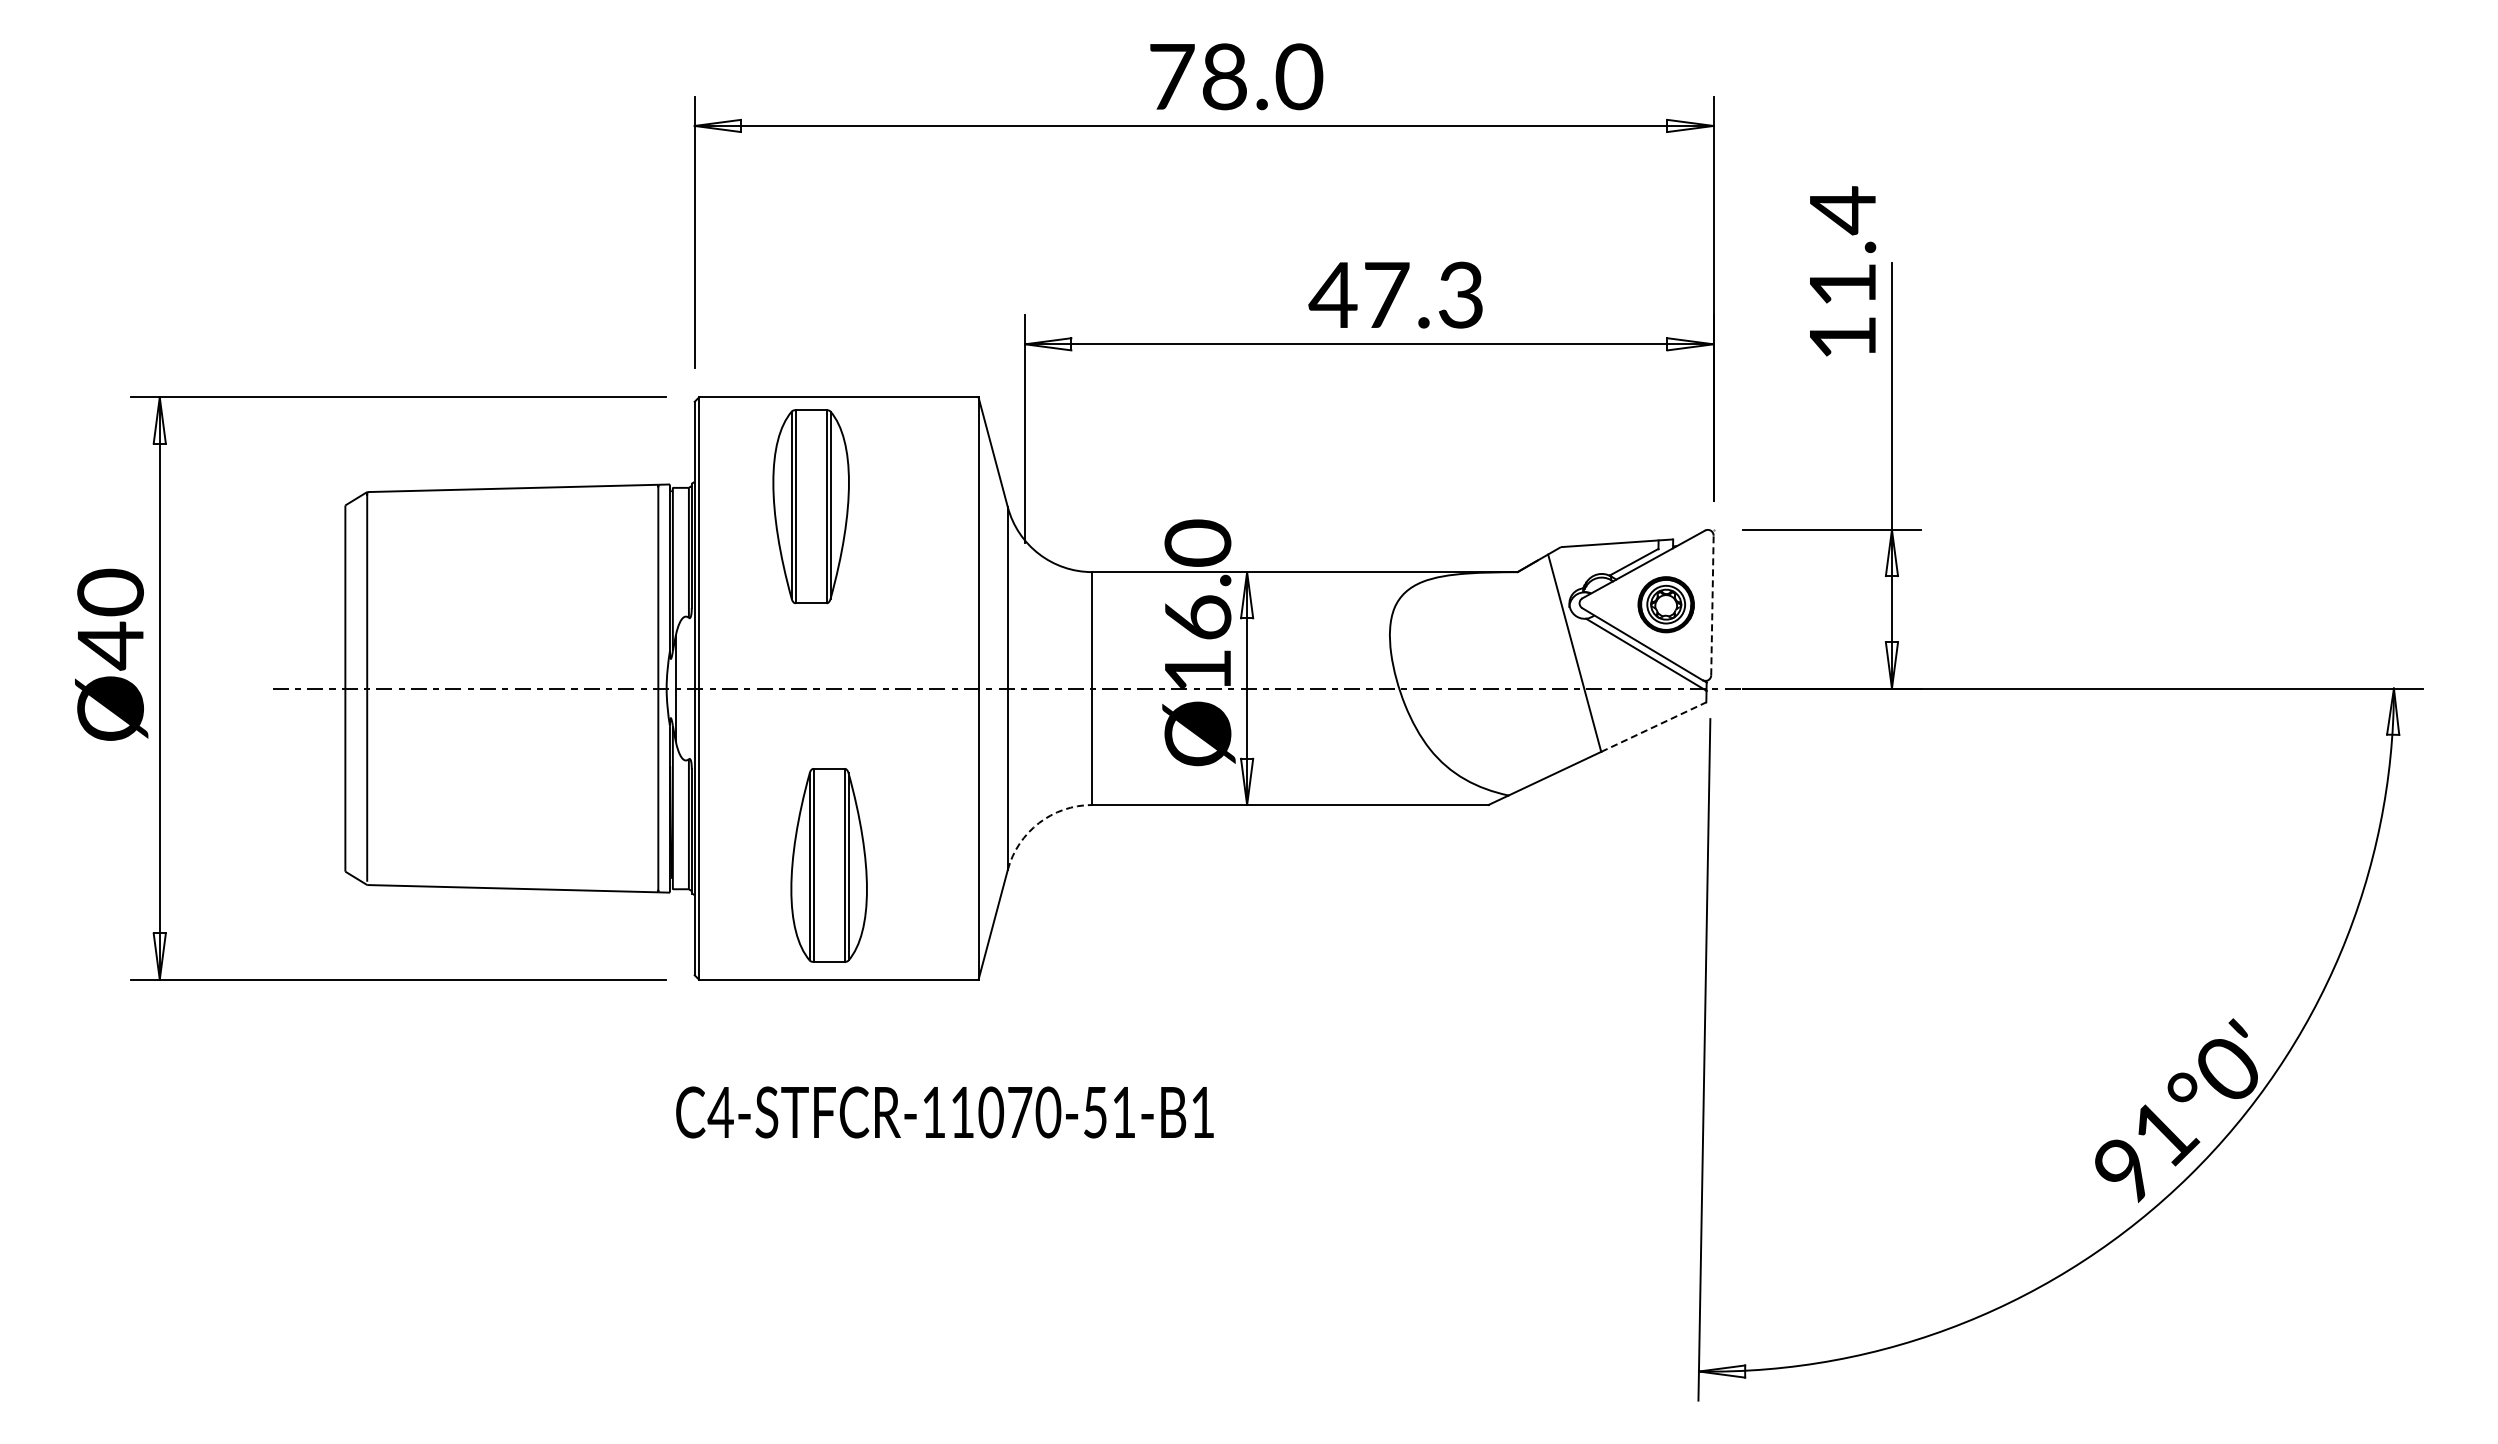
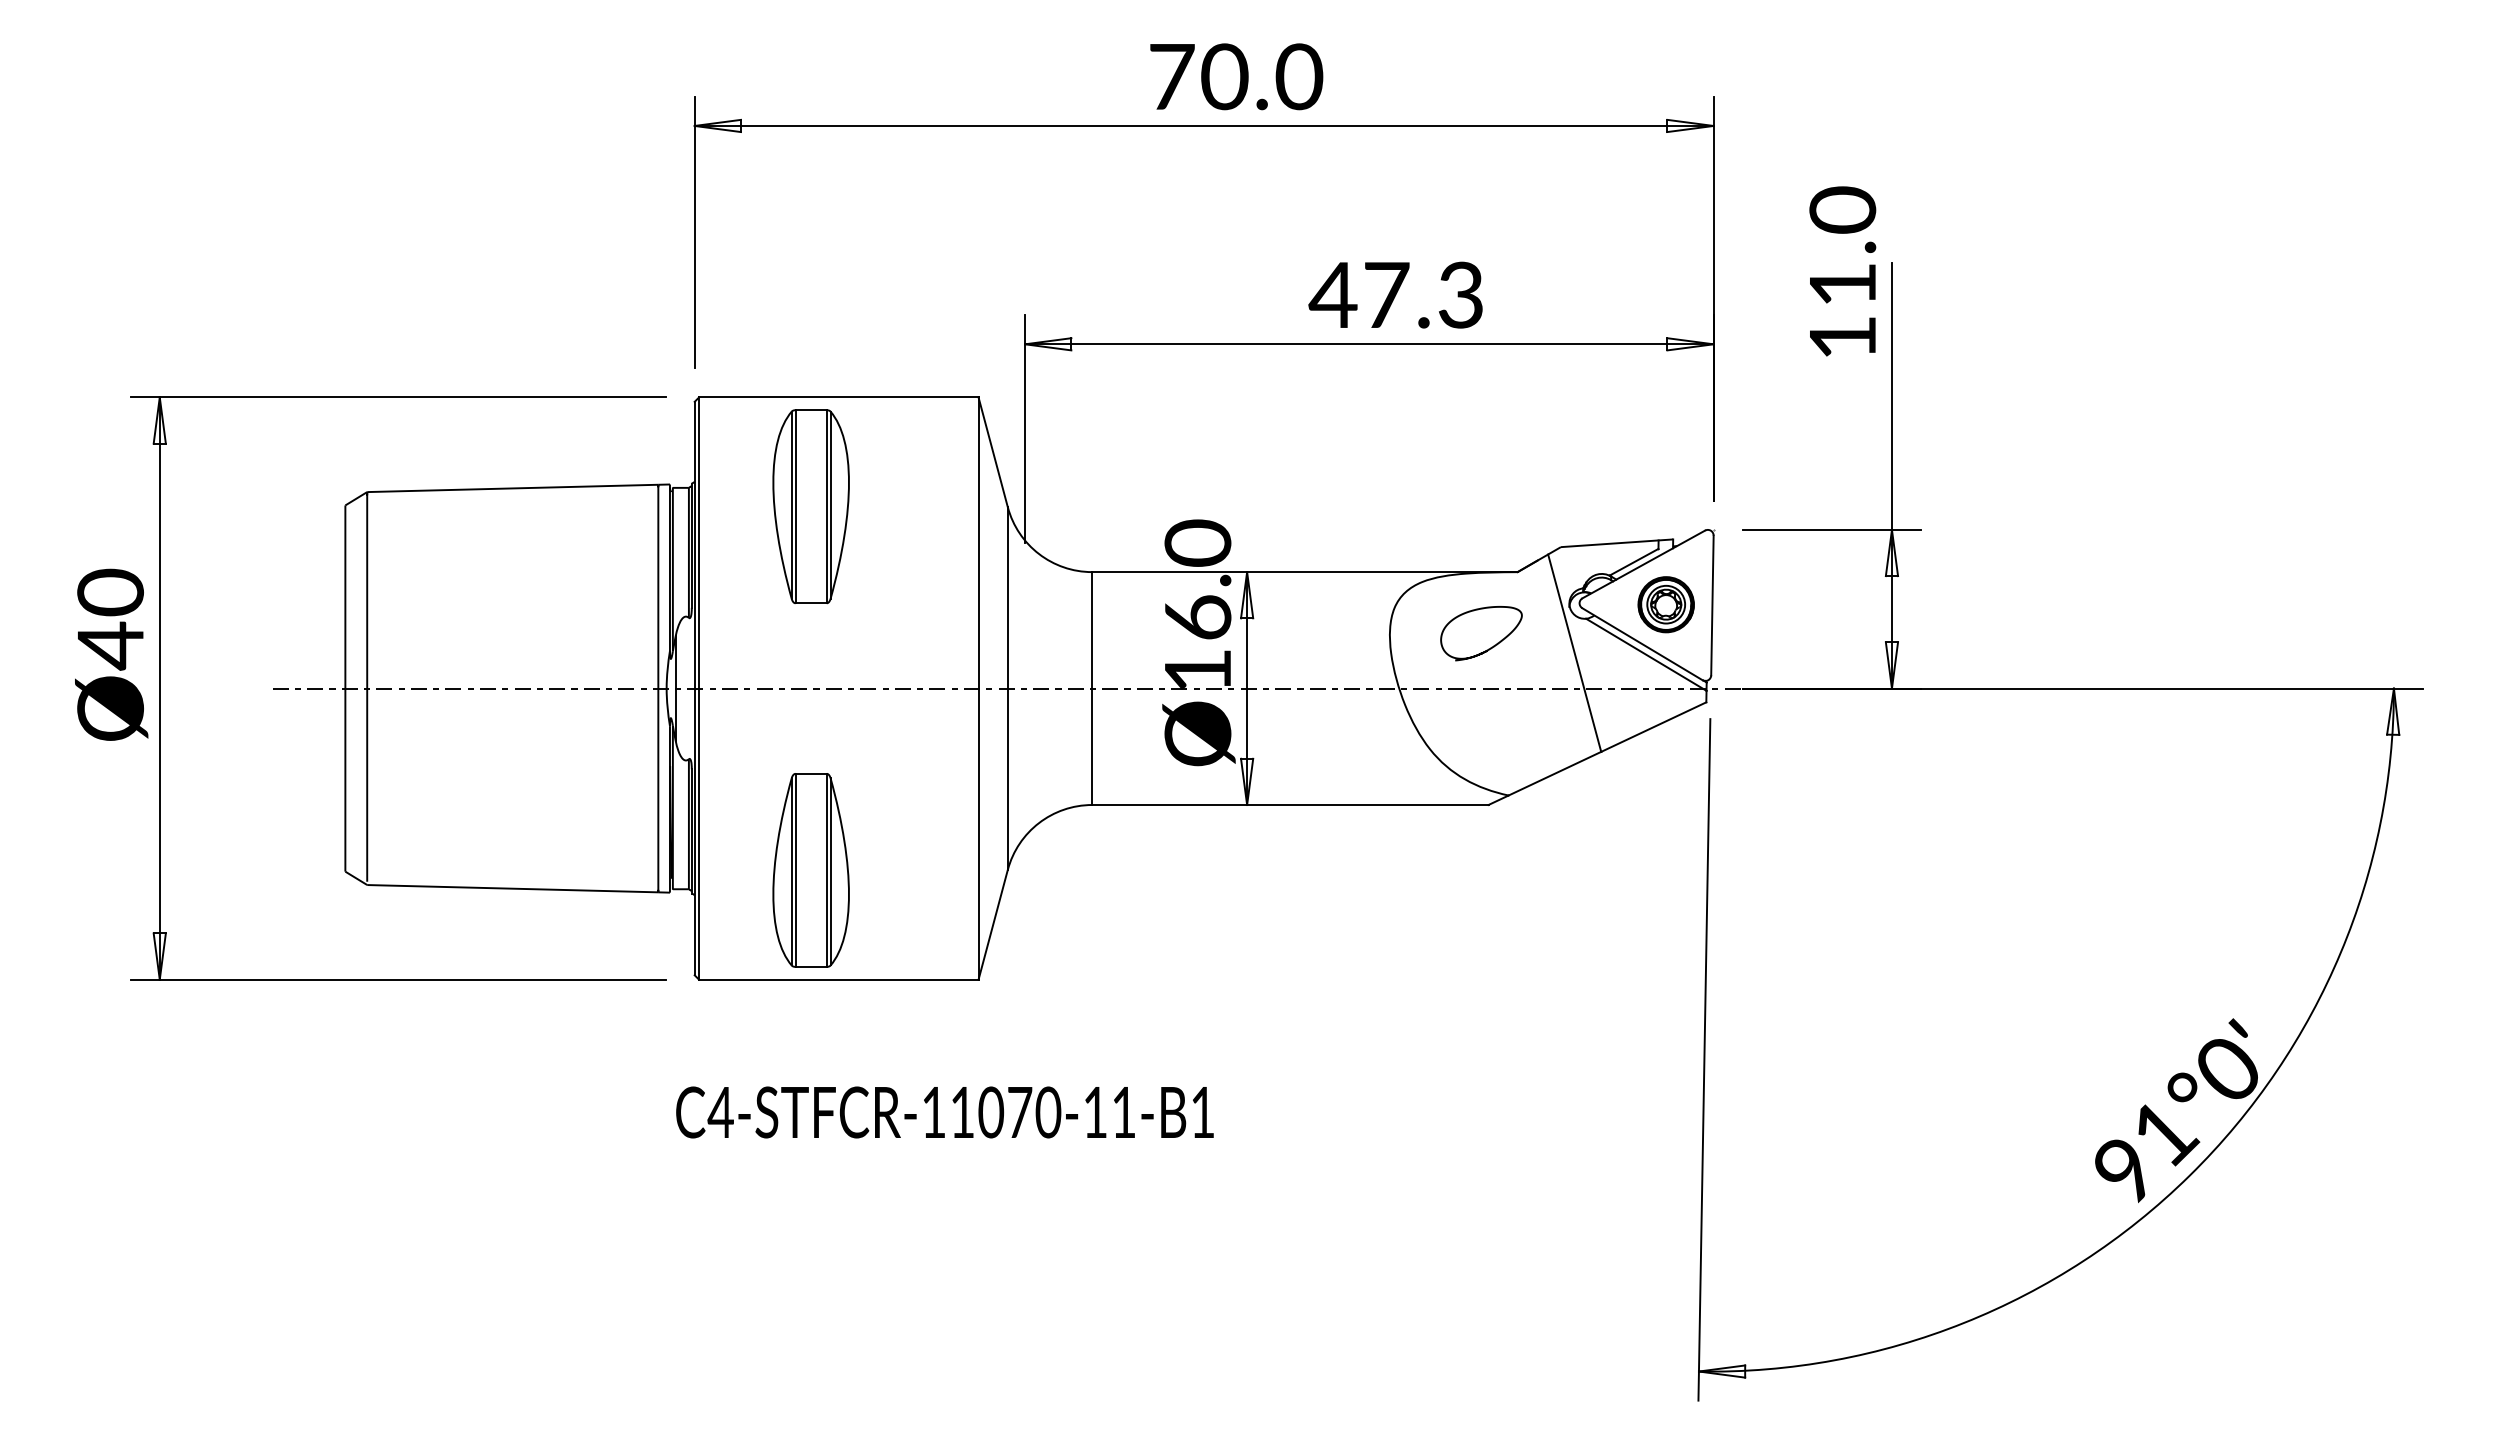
text at (1224, 76): 78.0 -> 70.0
text at (1842, 210): 11.4 -> 11.0
line at (1712, 605): dashed -> solid
curve at (1488, 648): none -> present
line at (1654, 726): dashed -> solid
arc at (1039, 823): dashed -> solid
part at (828, 865) position: (828, 865) -> (810, 870)
text at (1095, 1112): C4-STFCR-11070-51-B1 -> C4-STFCR-11070-11-B1
